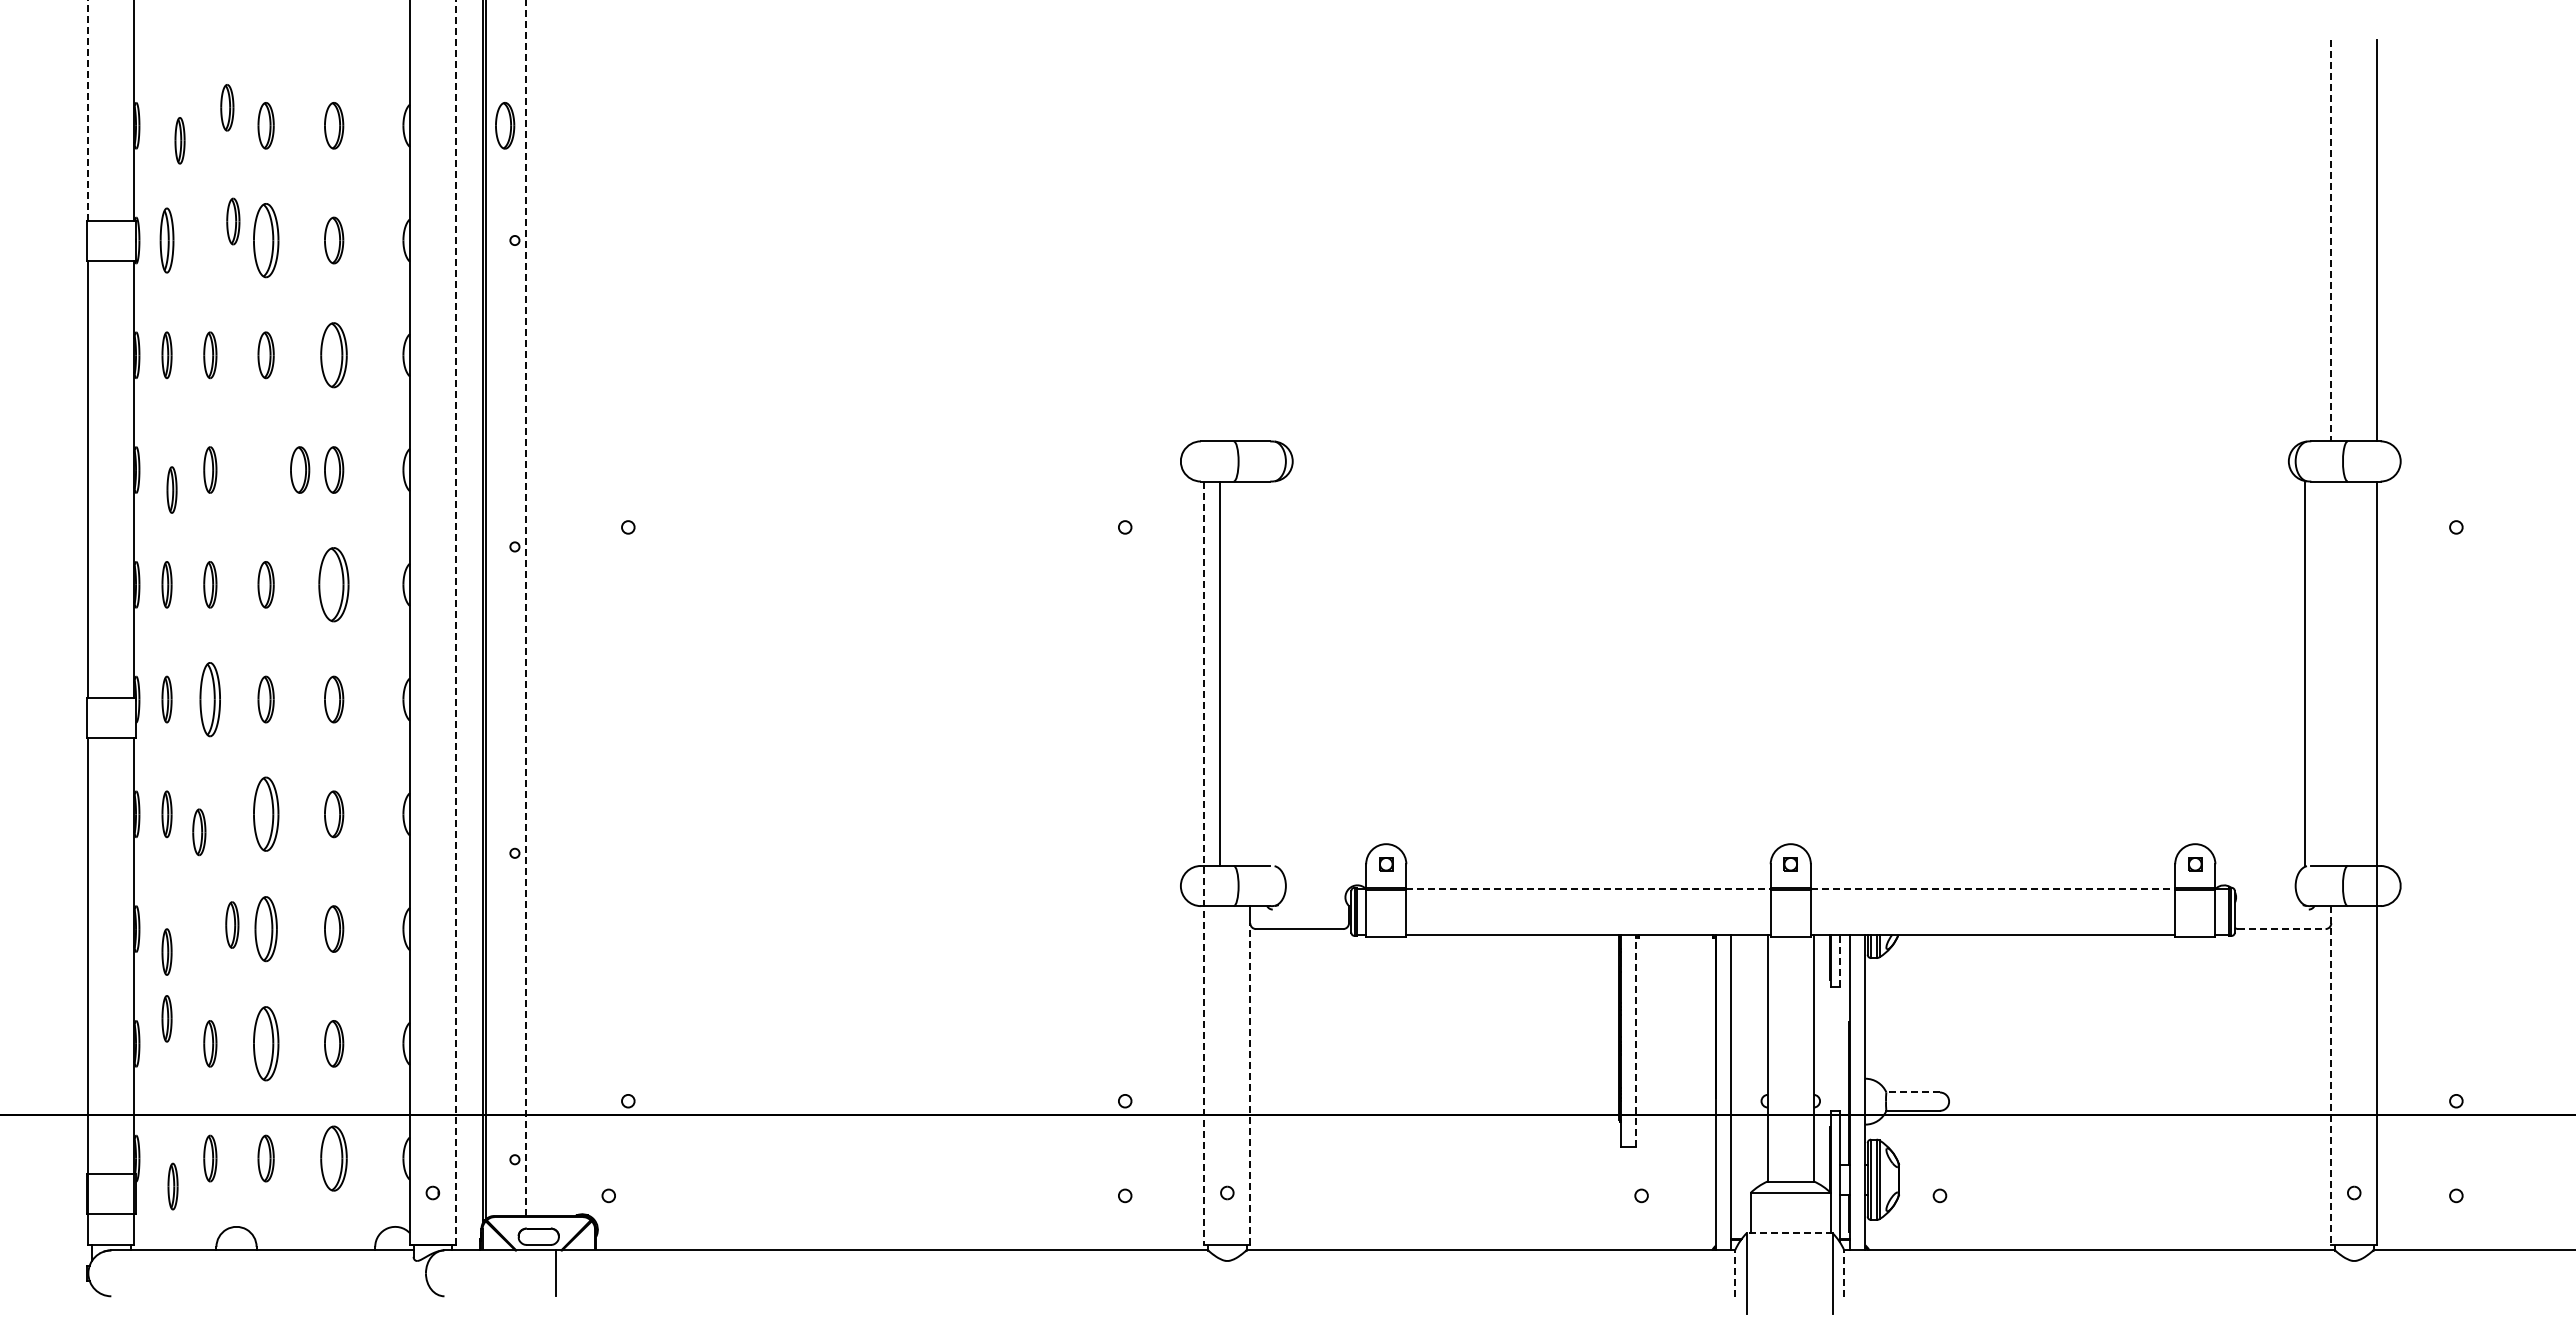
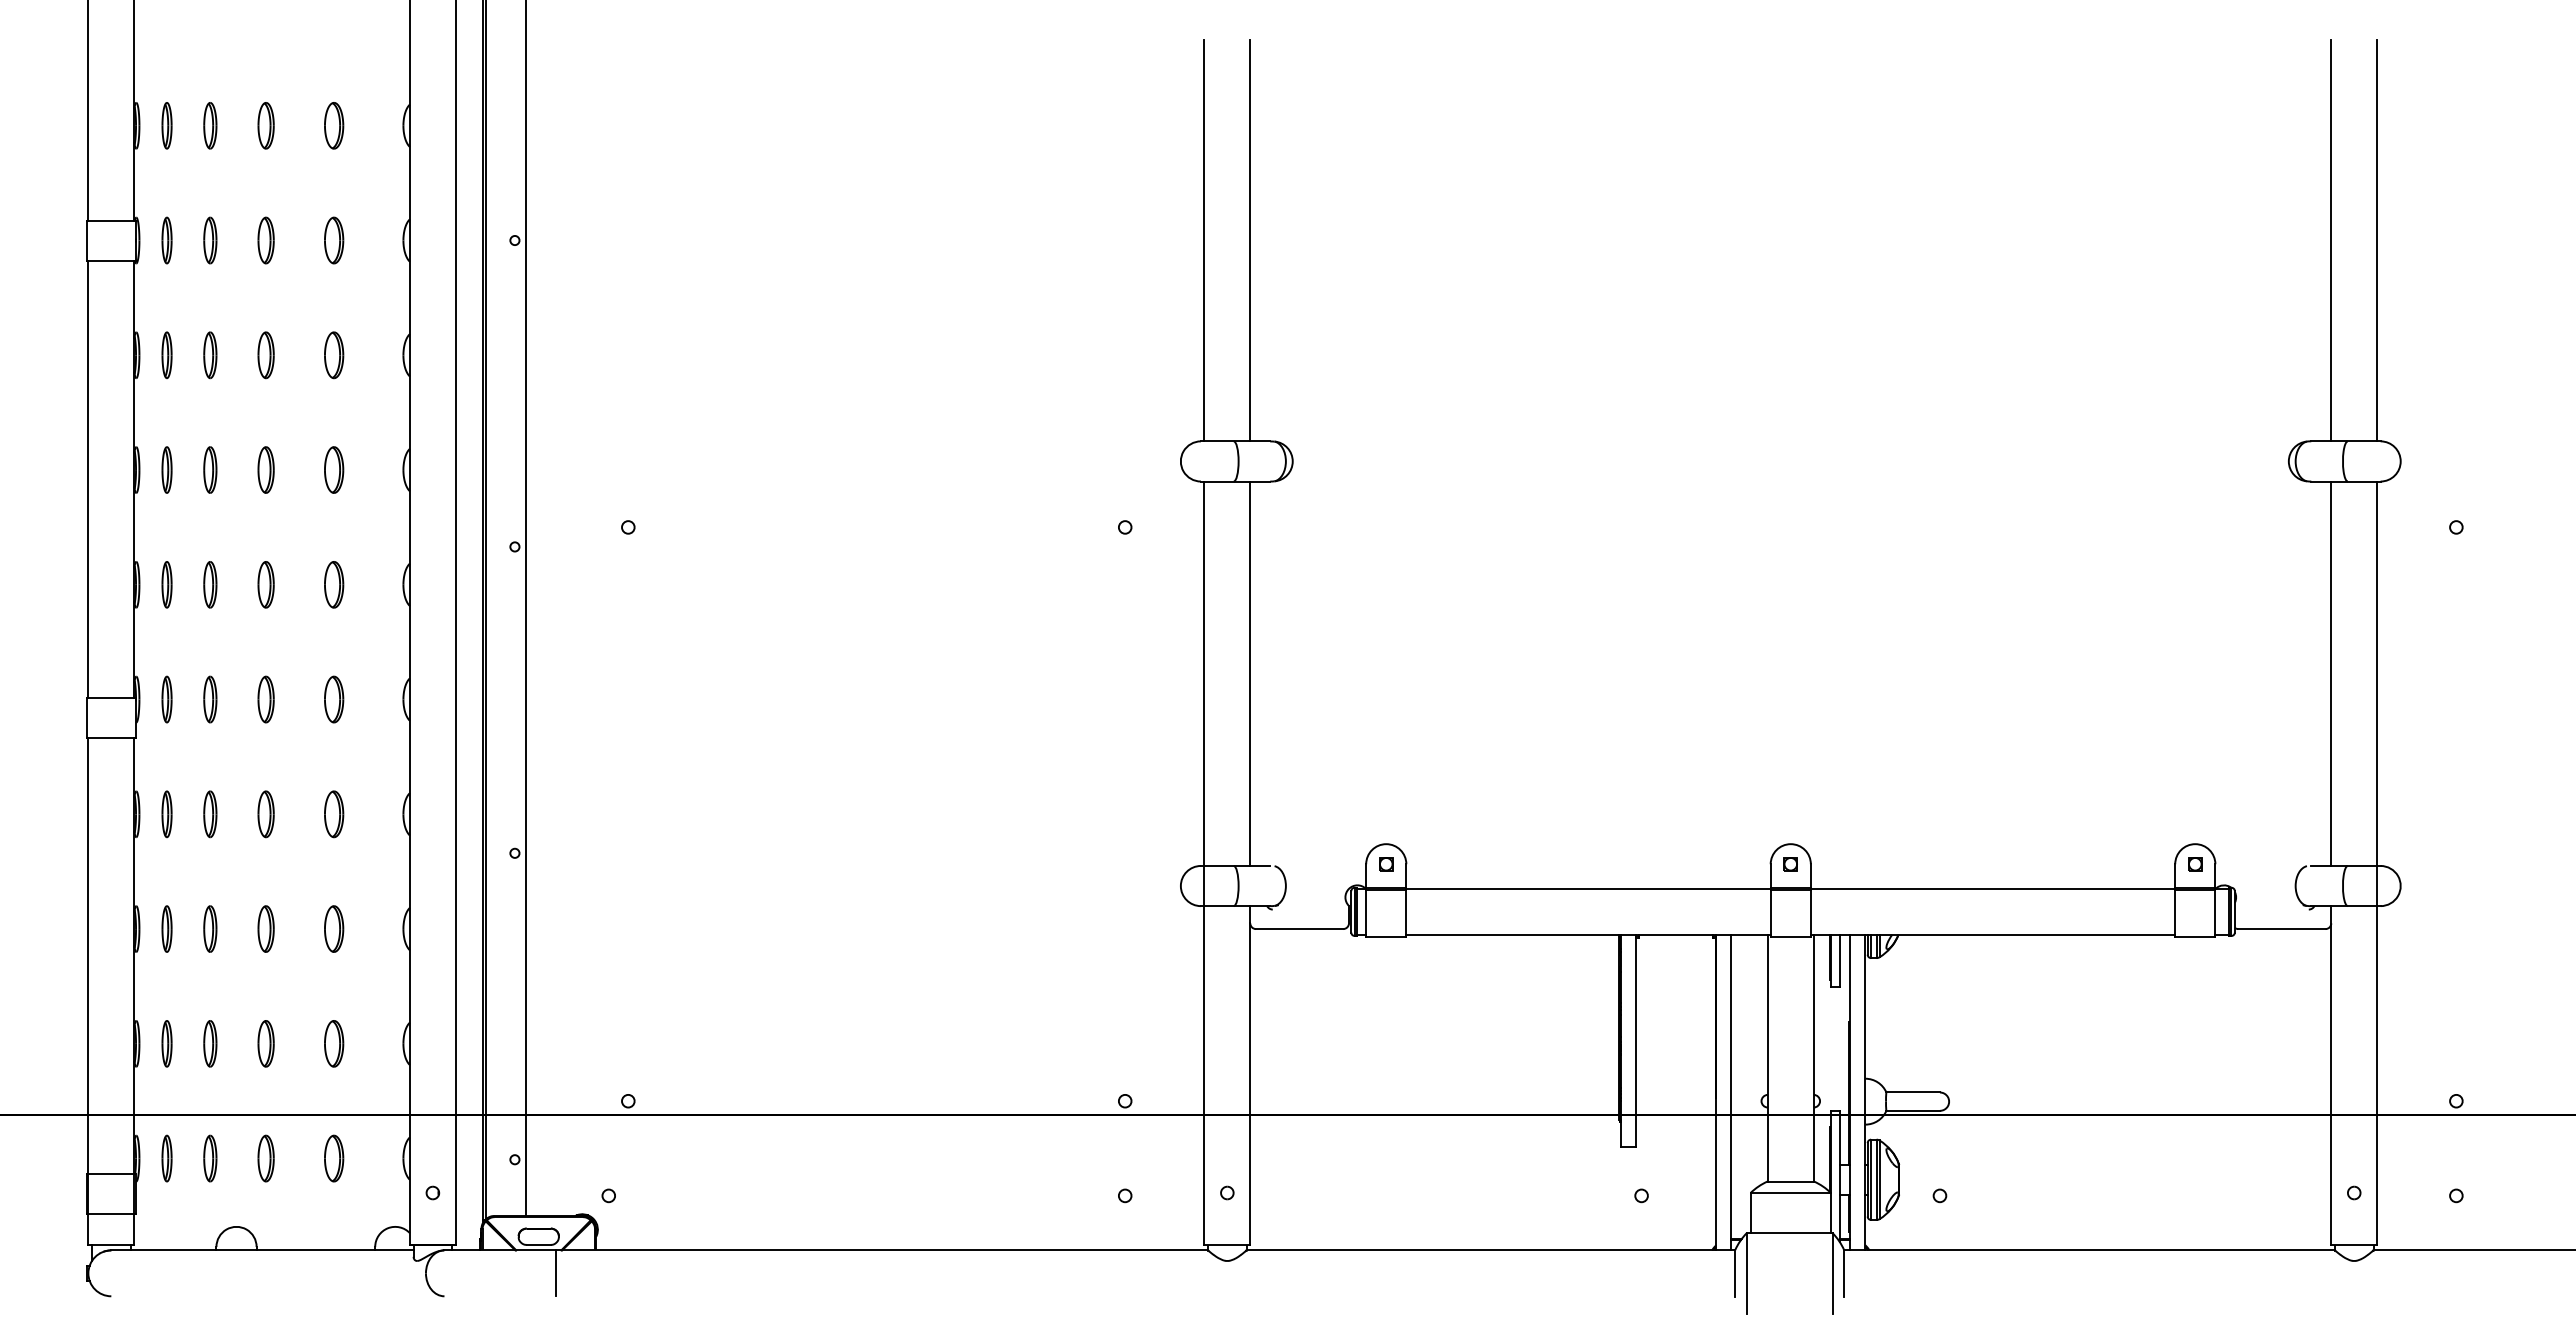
part at (227, 107) position: (227, 107) -> (210, 125)
line at (88, 111): dashed -> solid
part at (505, 125): present -> none
part at (179, 140) position: (179, 140) -> (166, 125)
part at (233, 221) position: (233, 221) -> (210, 240)
part at (166, 240) size: 16x67 px -> 12x49 px
part at (266, 240) size: 27x76 px -> 18x49 px
line at (1204, 240): none -> present
line at (1250, 240): none -> present
line at (2331, 240): dashed -> solid
part at (333, 355) size: 28x67 px -> 21x49 px
part at (265, 469): none -> present
part at (300, 469): present -> none
part at (171, 489) position: (171, 489) -> (166, 469)
part at (333, 584) size: 32x76 px -> 21x48 px
line at (526, 608): dashed -> solid
line at (455, 622): dashed -> solid
line at (1220, 673) position: (1220, 673) -> (1250, 673)
line at (2305, 673) position: (2305, 673) -> (2331, 673)
part at (209, 699) size: 22x76 px -> 15x49 px
part at (266, 813) size: 27x76 px -> 18x49 px
part at (199, 832) position: (199, 832) -> (210, 814)
line at (1204, 863): dashed -> solid
line at (1589, 888): dashed -> solid
line at (1993, 888): dashed -> solid
part at (232, 924) position: (232, 924) -> (210, 928)
part at (265, 929) size: 24x67 px -> 18x48 px
line at (2281, 929): dashed -> solid
part at (166, 951) position: (166, 951) -> (166, 928)
line at (1840, 960): dashed -> solid
part at (166, 1018) position: (166, 1018) -> (166, 1043)
line at (1635, 1040): dashed -> solid
part at (266, 1043) size: 27x76 px -> 18x48 px
line at (2331, 1075): dashed -> solid
line at (1250, 1084): dashed -> solid
line at (1913, 1092): dashed -> solid
part at (333, 1158) size: 28x67 px -> 21x49 px
part at (172, 1186) position: (172, 1186) -> (166, 1158)
line at (1789, 1233): dashed -> solid
line at (1735, 1272): dashed -> solid
line at (1844, 1272): dashed -> solid
